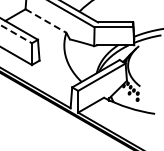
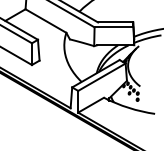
line at (45, 21): dashed -> solid
line at (16, 34): dashed -> solid
